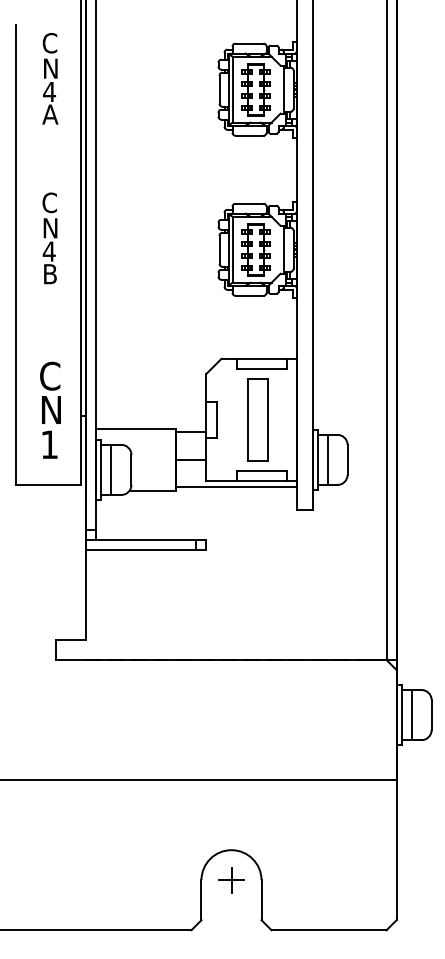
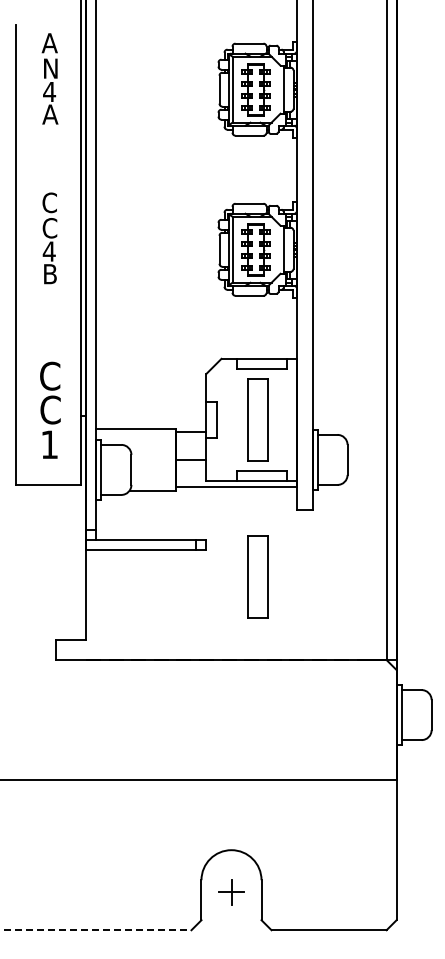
text at (49, 42): C -> A
text at (49, 228): N -> C
text at (50, 409): N -> C
line at (327, 459): present -> none
line at (111, 469): present -> none
part at (257, 576): none -> present
line at (411, 715): present -> none
part at (231, 880) position: (231, 880) -> (231, 892)
line at (96, 930): solid -> dashed
